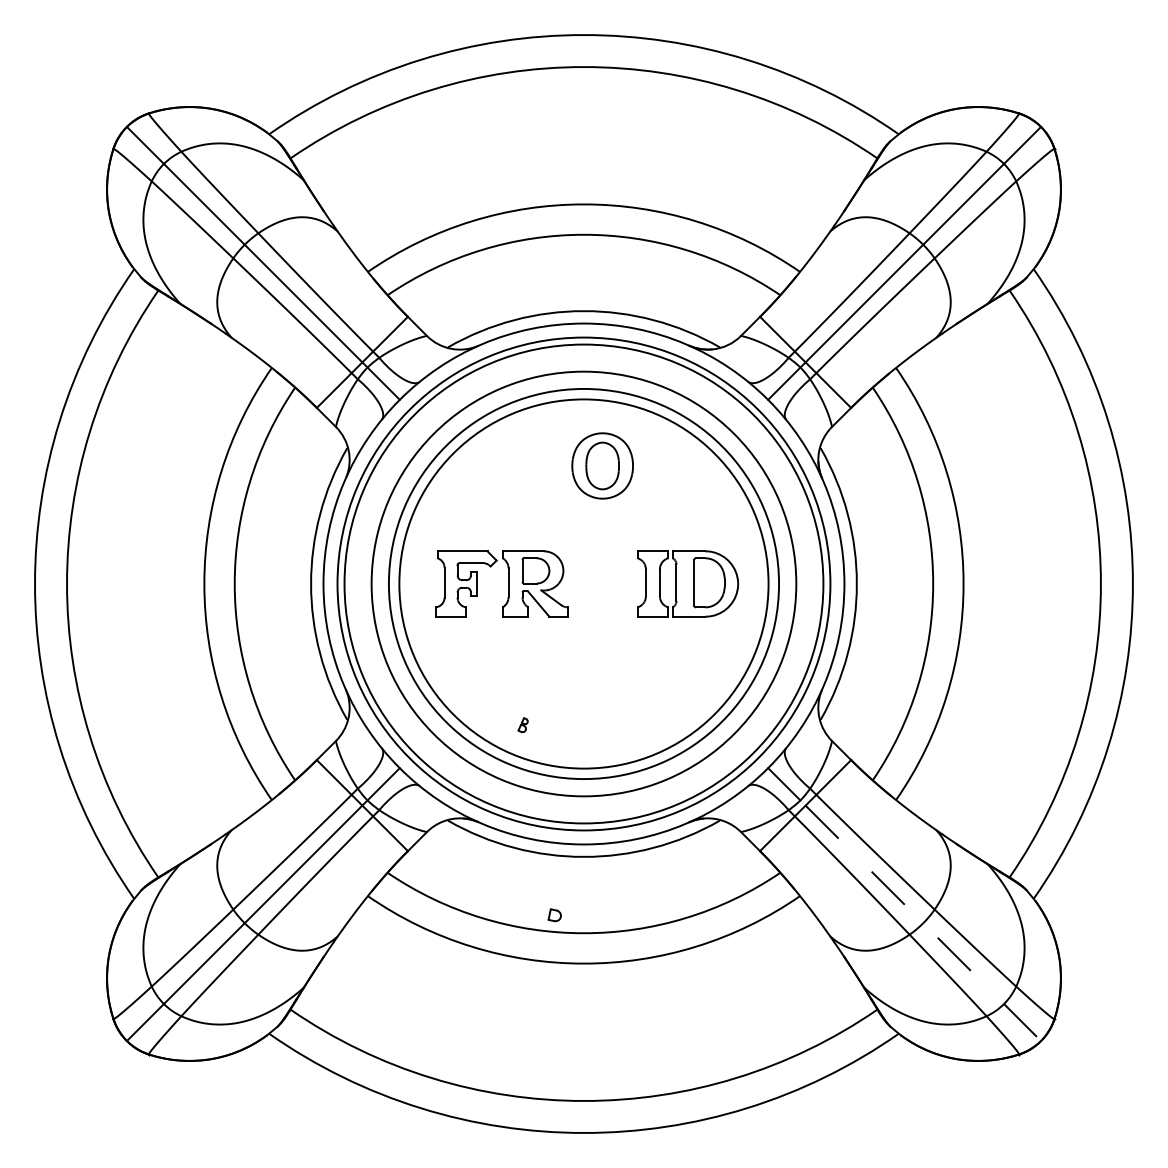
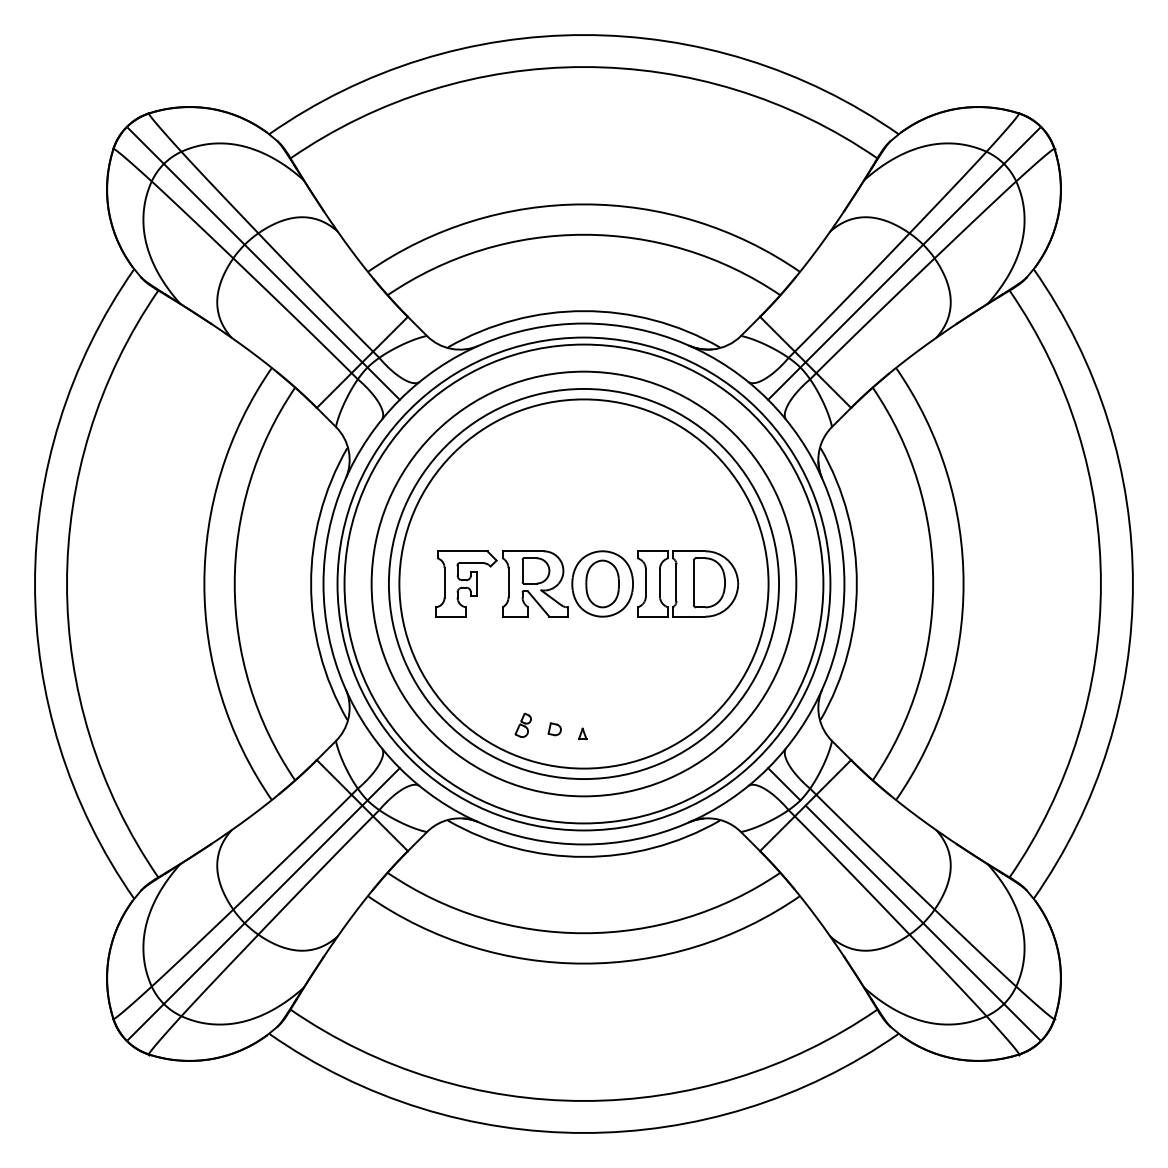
part at (602, 465) position: (602, 465) -> (602, 583)
part at (522, 725) size: 12x17 px -> 18x26 px
part at (582, 733): none -> present
part at (554, 915) position: (554, 915) -> (554, 729)
line at (923, 923): dashed -> solid
